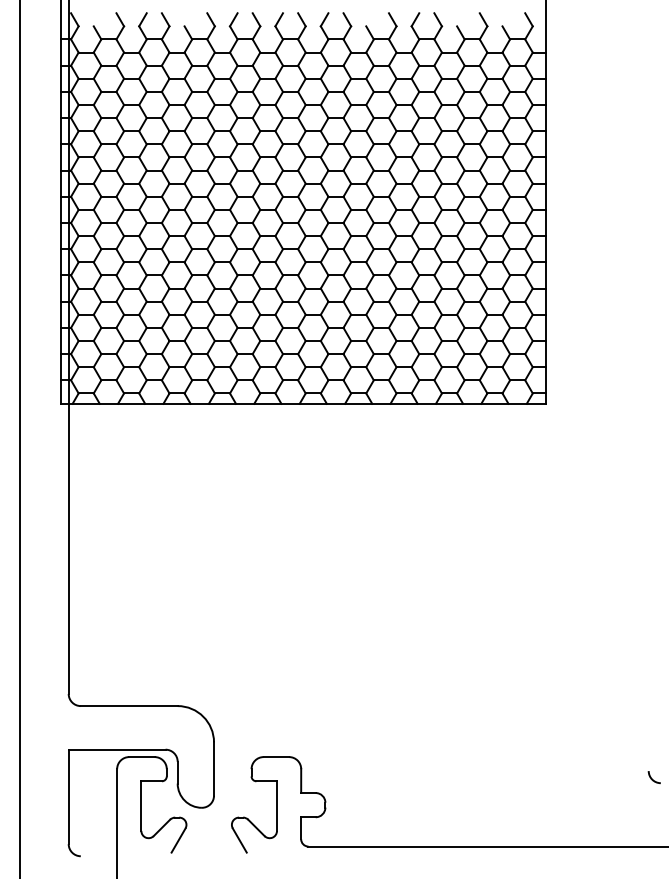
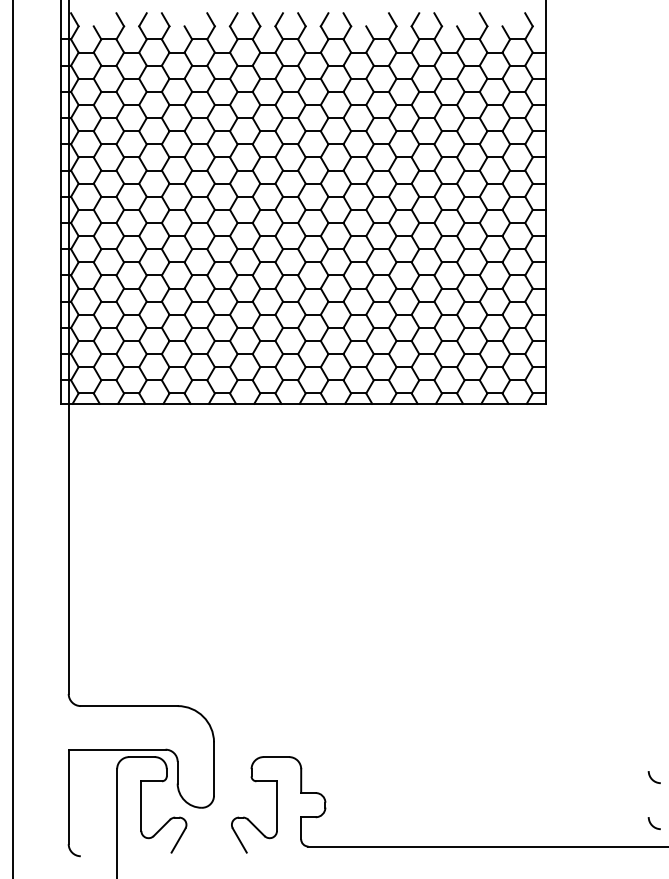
line at (20, 438) position: (20, 438) -> (13, 438)
arc at (652, 824): none -> present
